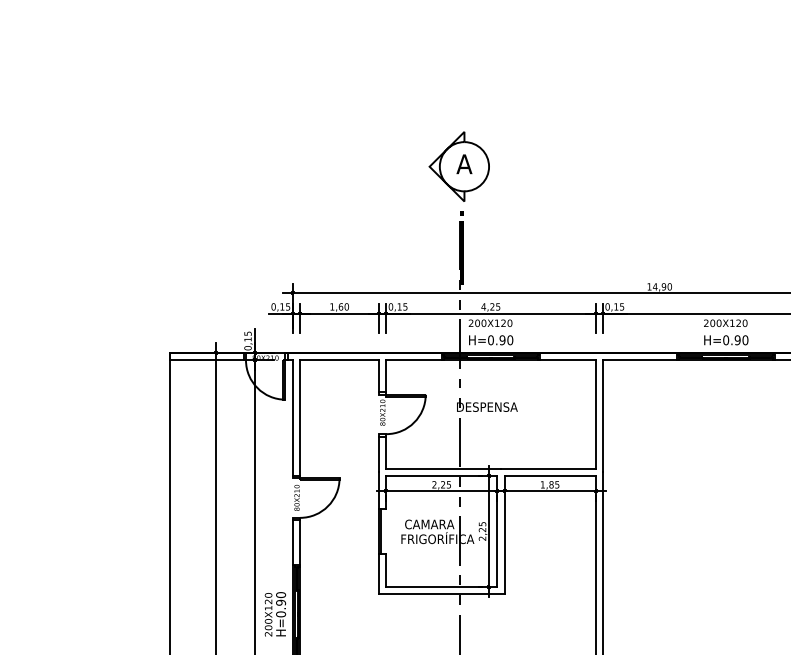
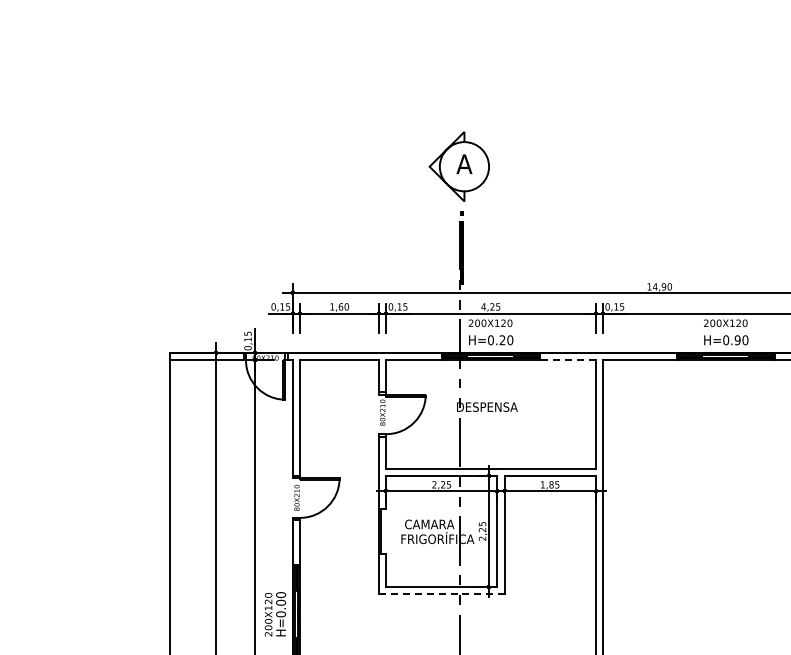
text at (502, 340): H=0.90 -> H=0.20
line at (567, 360): solid -> dashed
line at (441, 594): solid -> dashed
text at (280, 602): H=0.90 -> H=0.00
